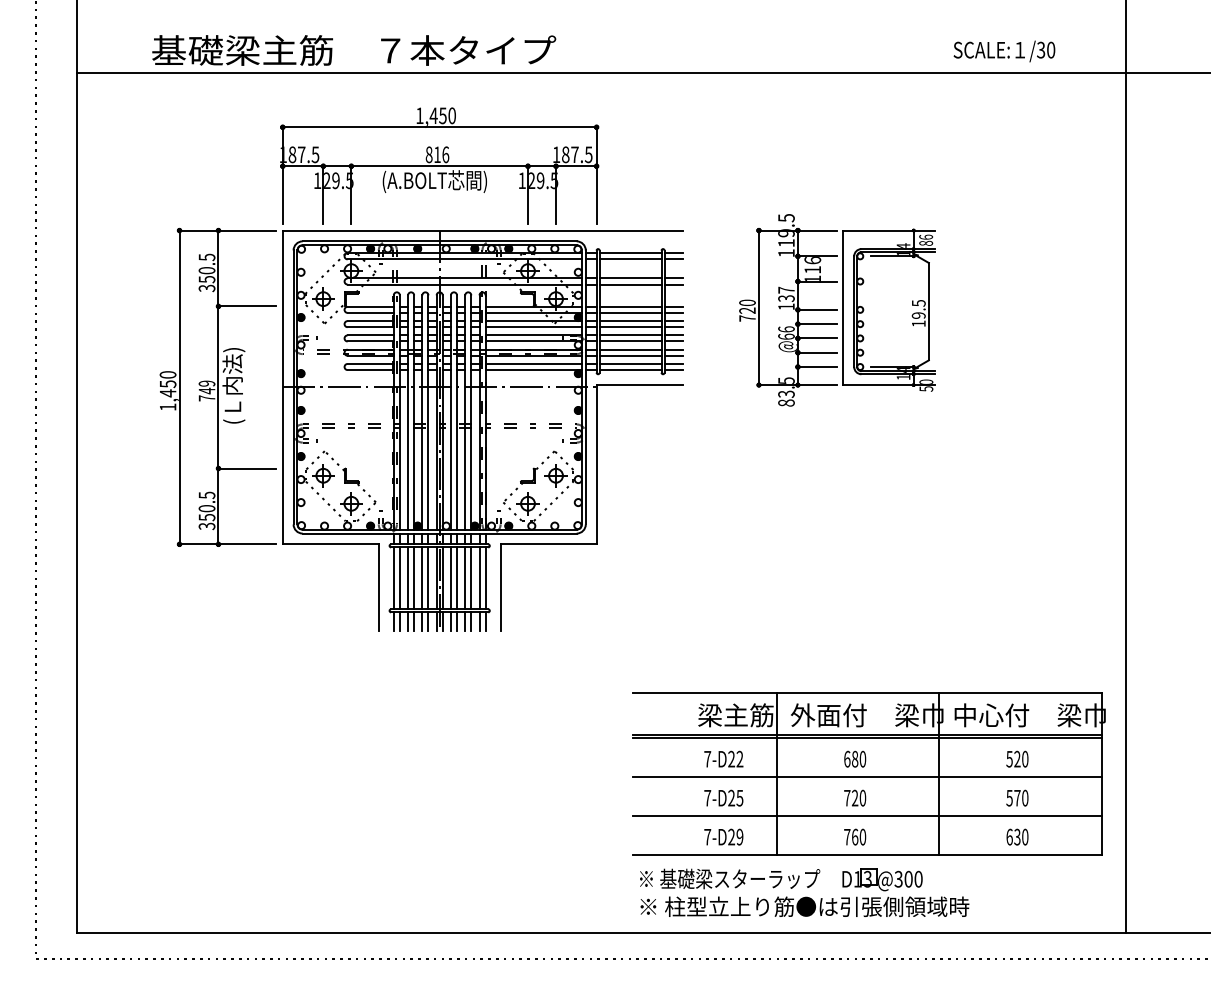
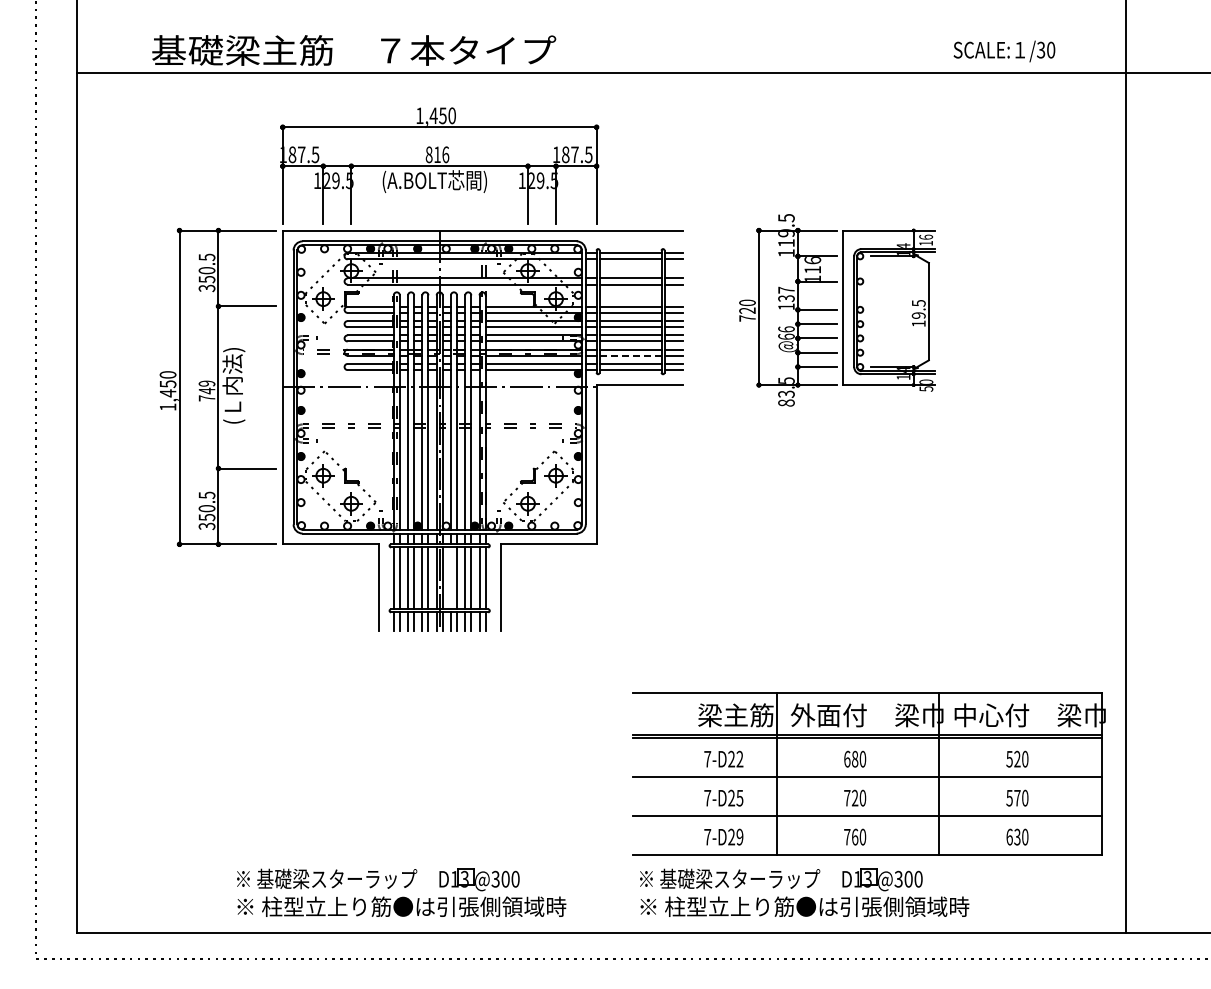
text at (926, 242): 86 -> 16
line at (630, 355): solid -> dashed
line at (450, 578): present -> none
part at (401, 892): none -> present
